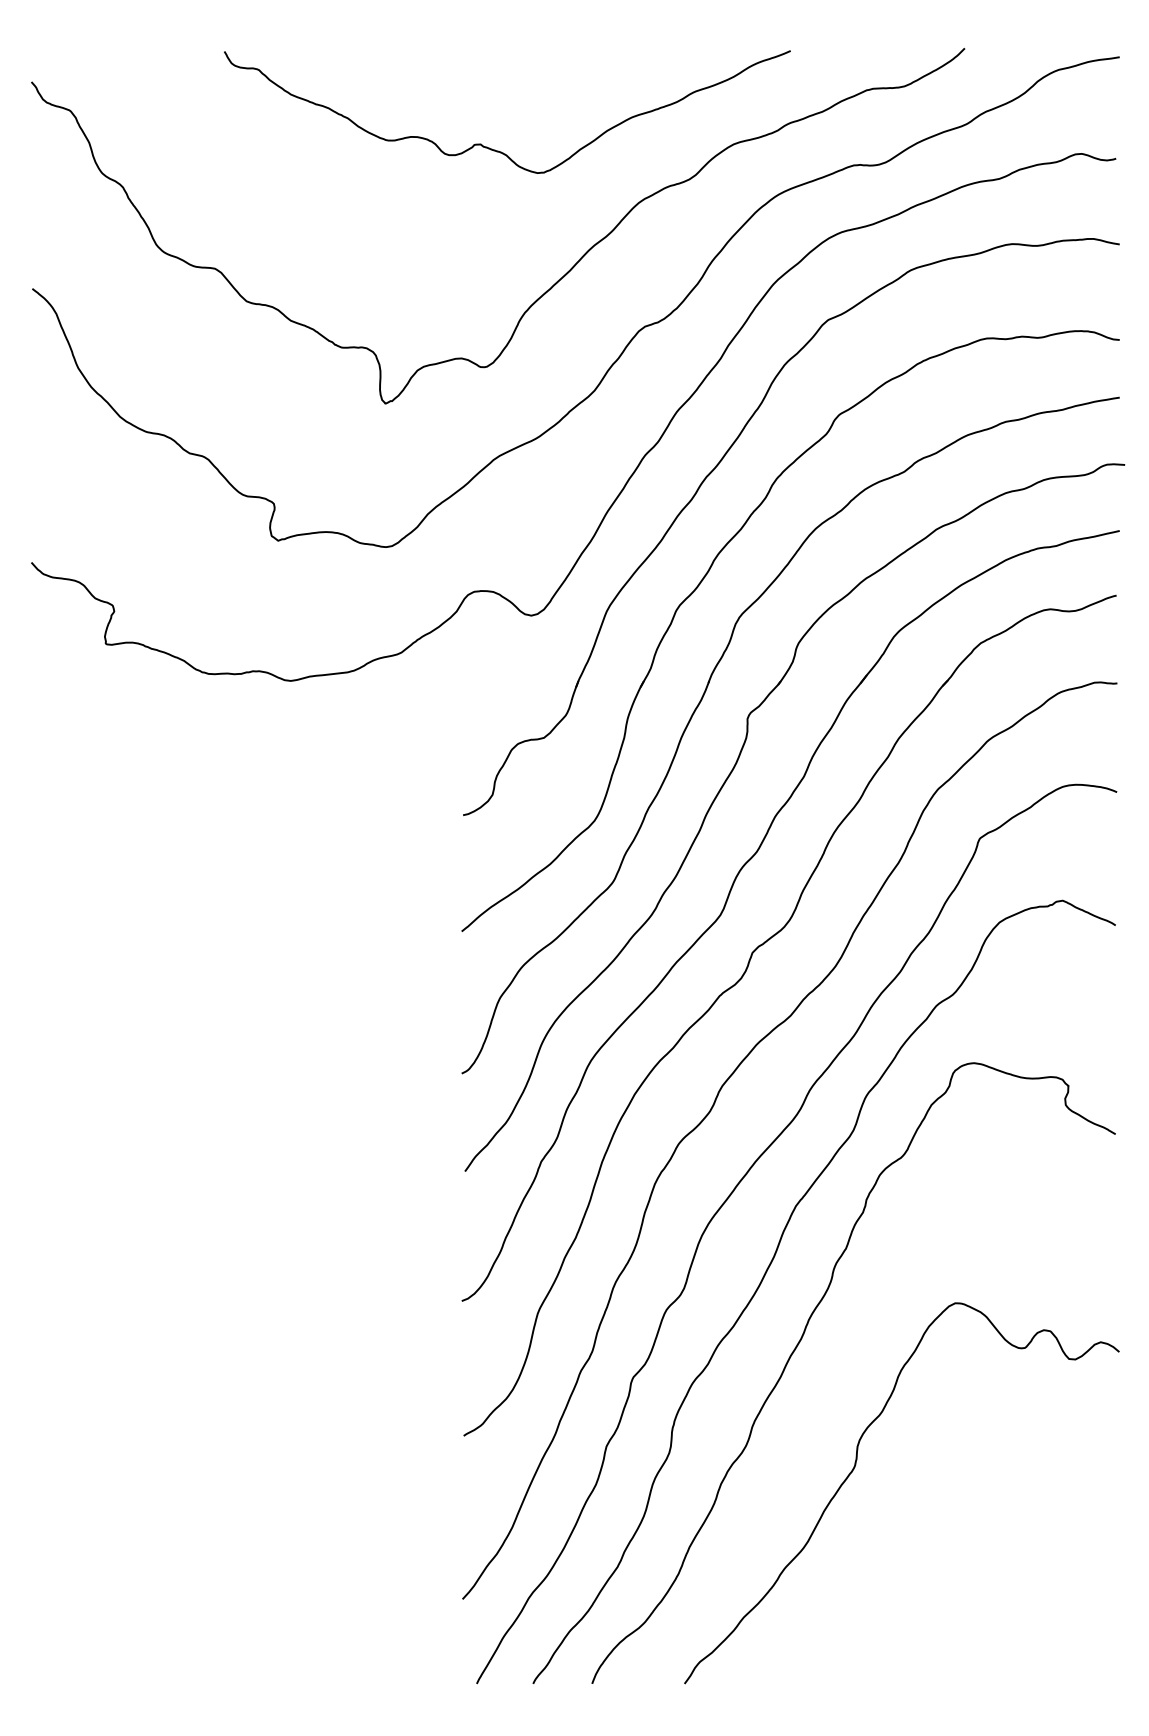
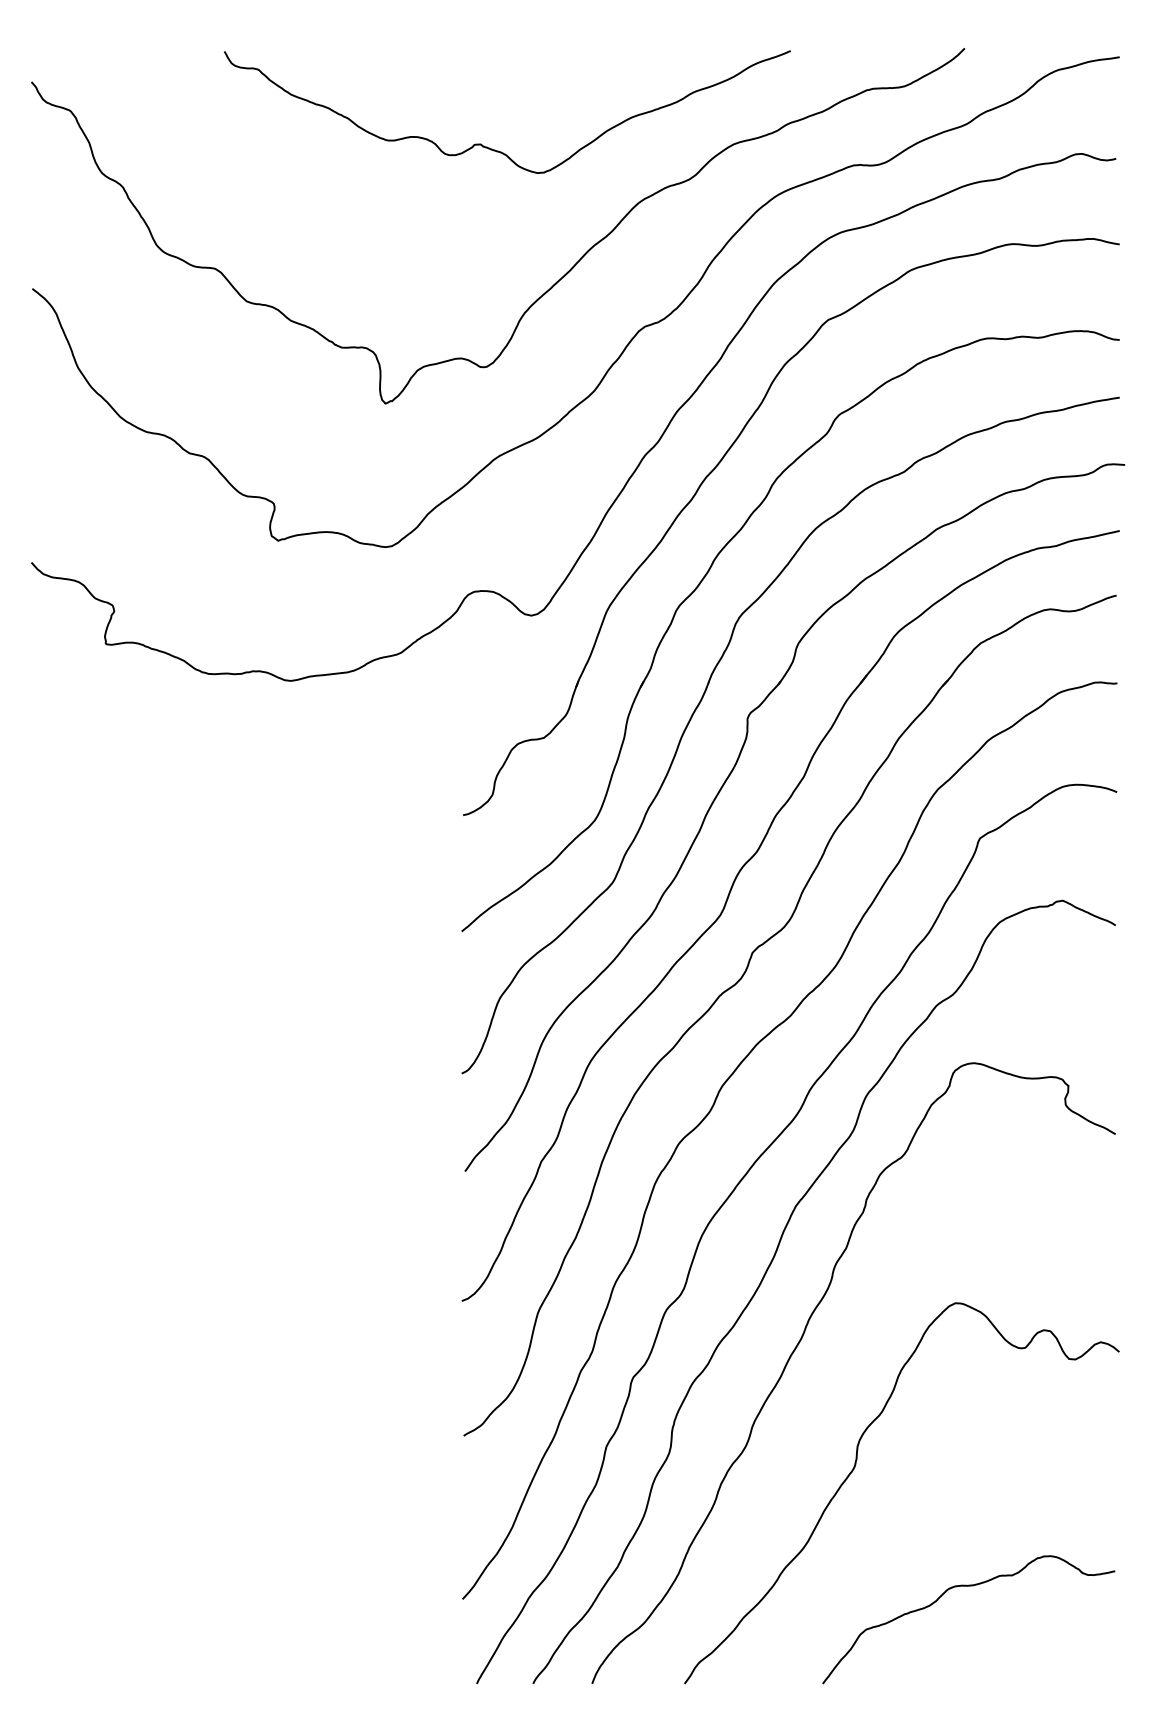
curve at (968, 1586): none -> present
